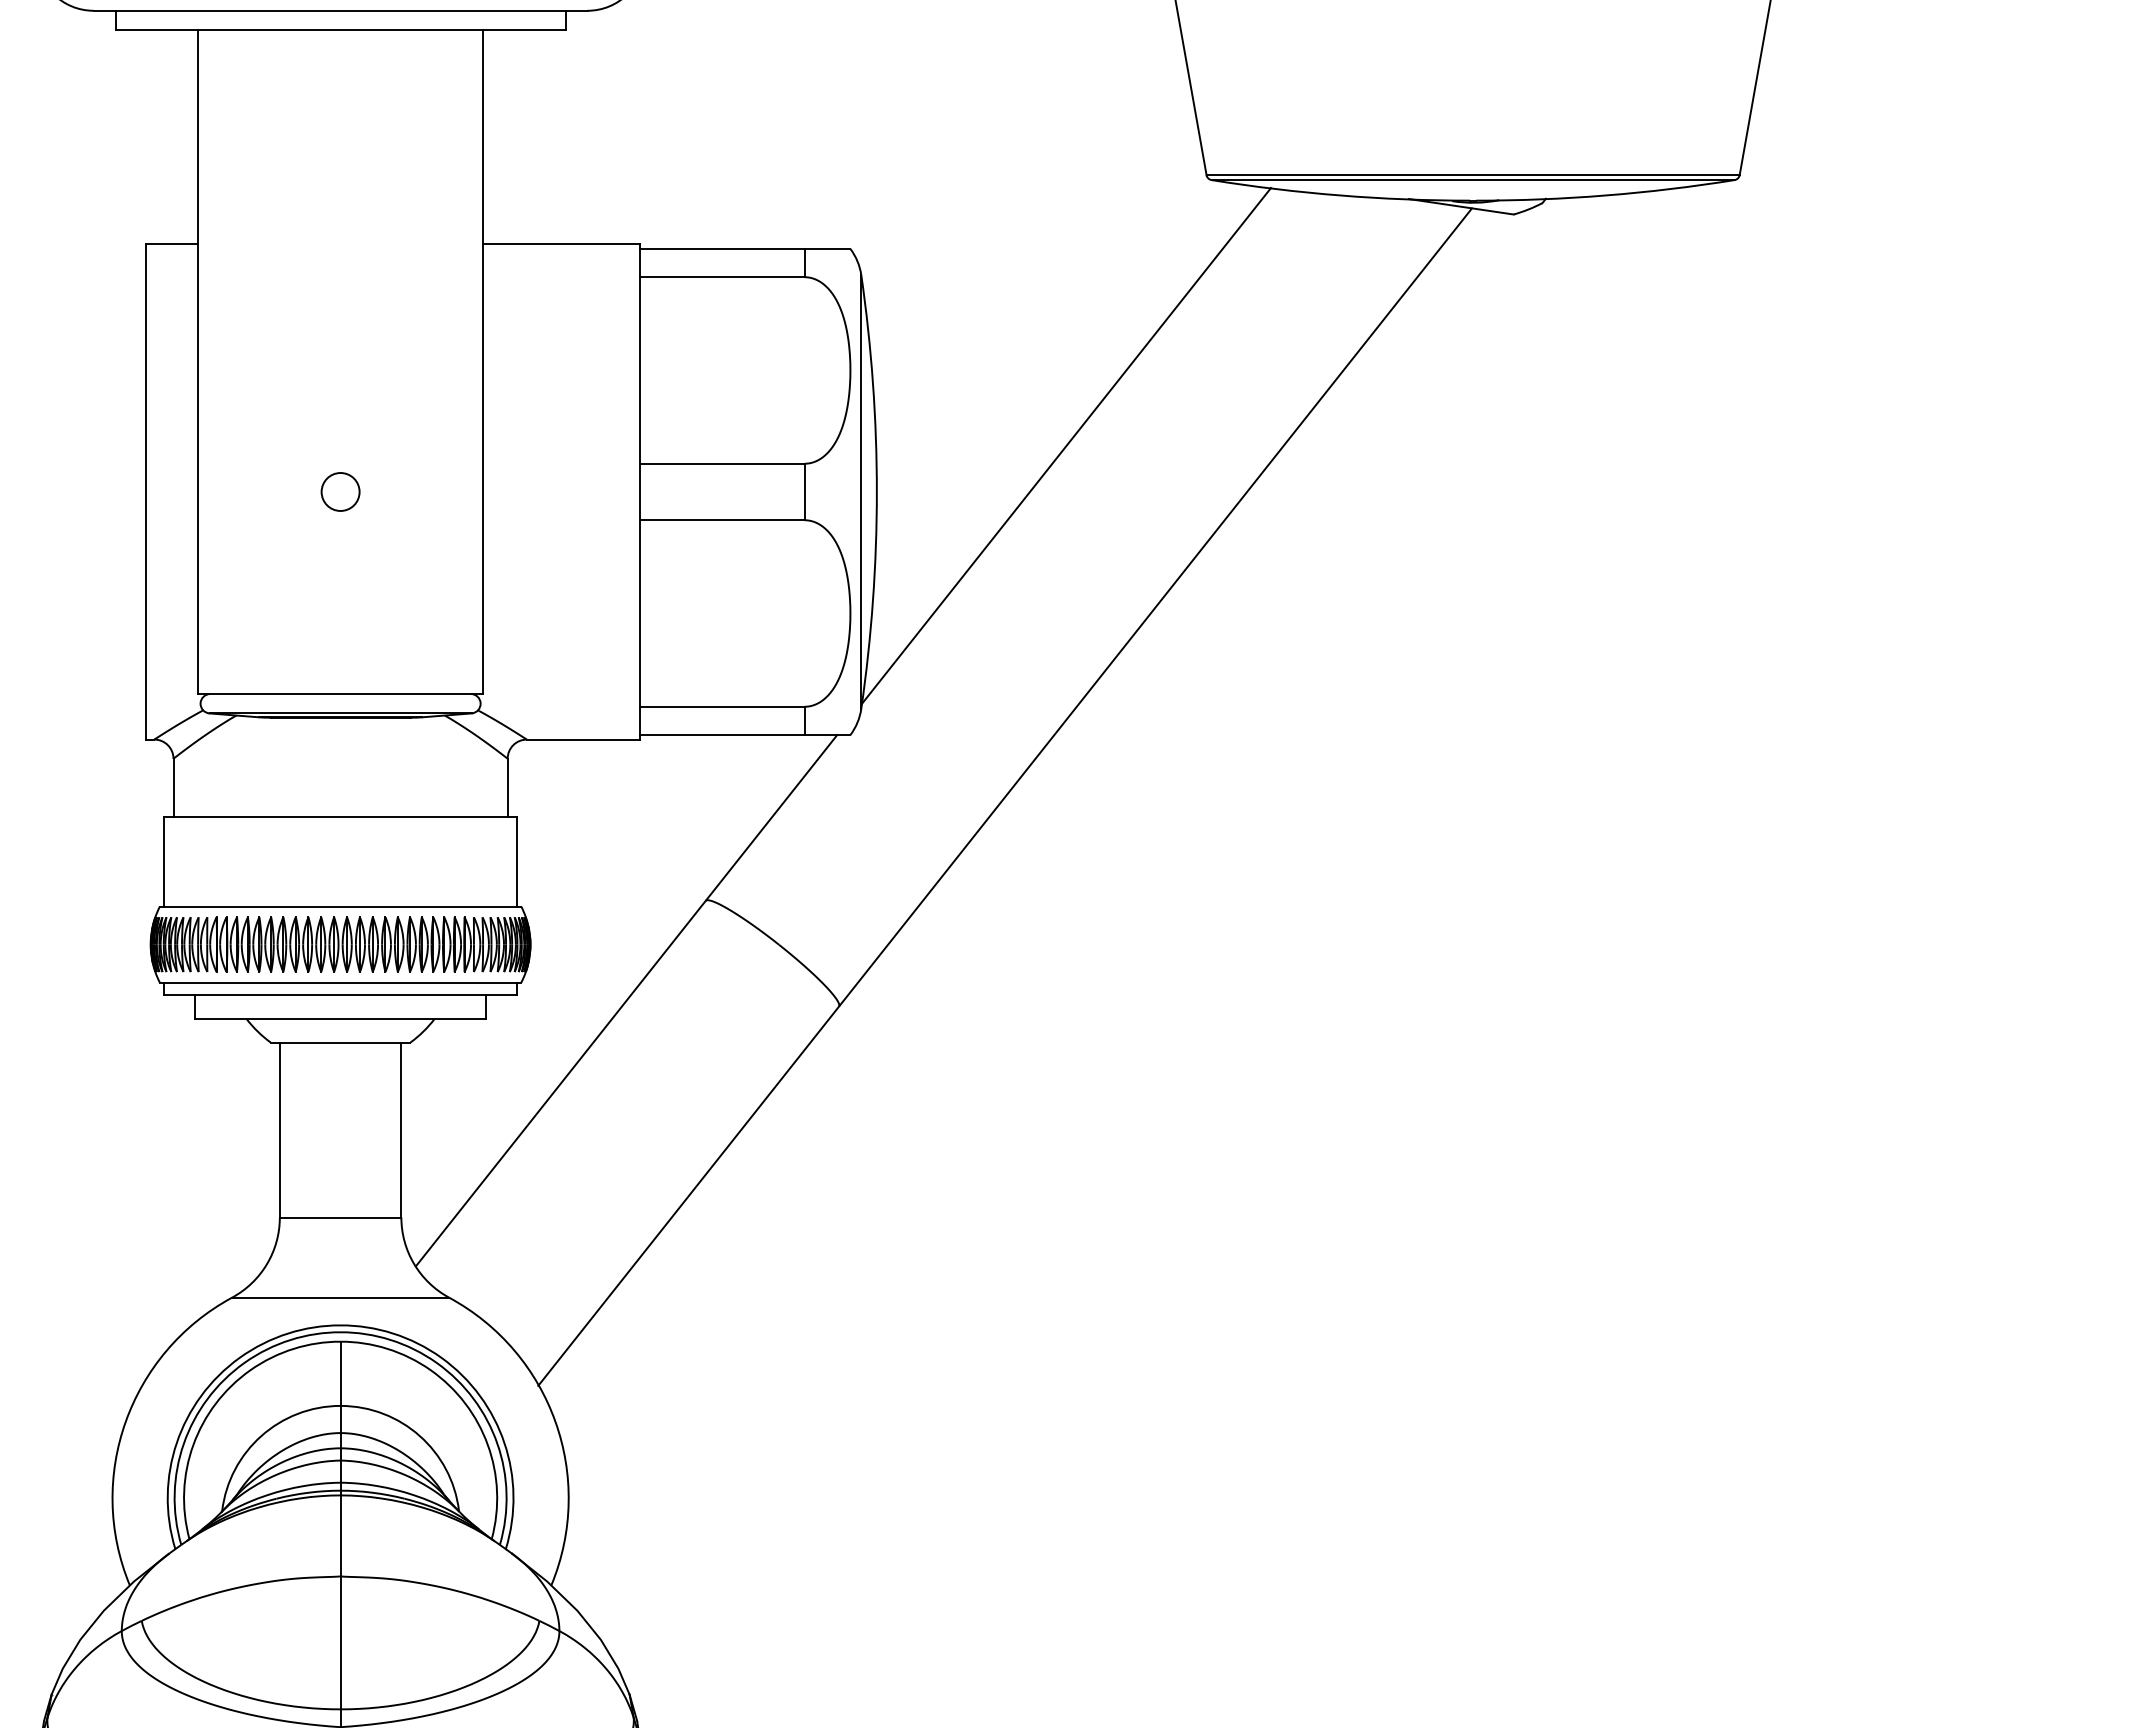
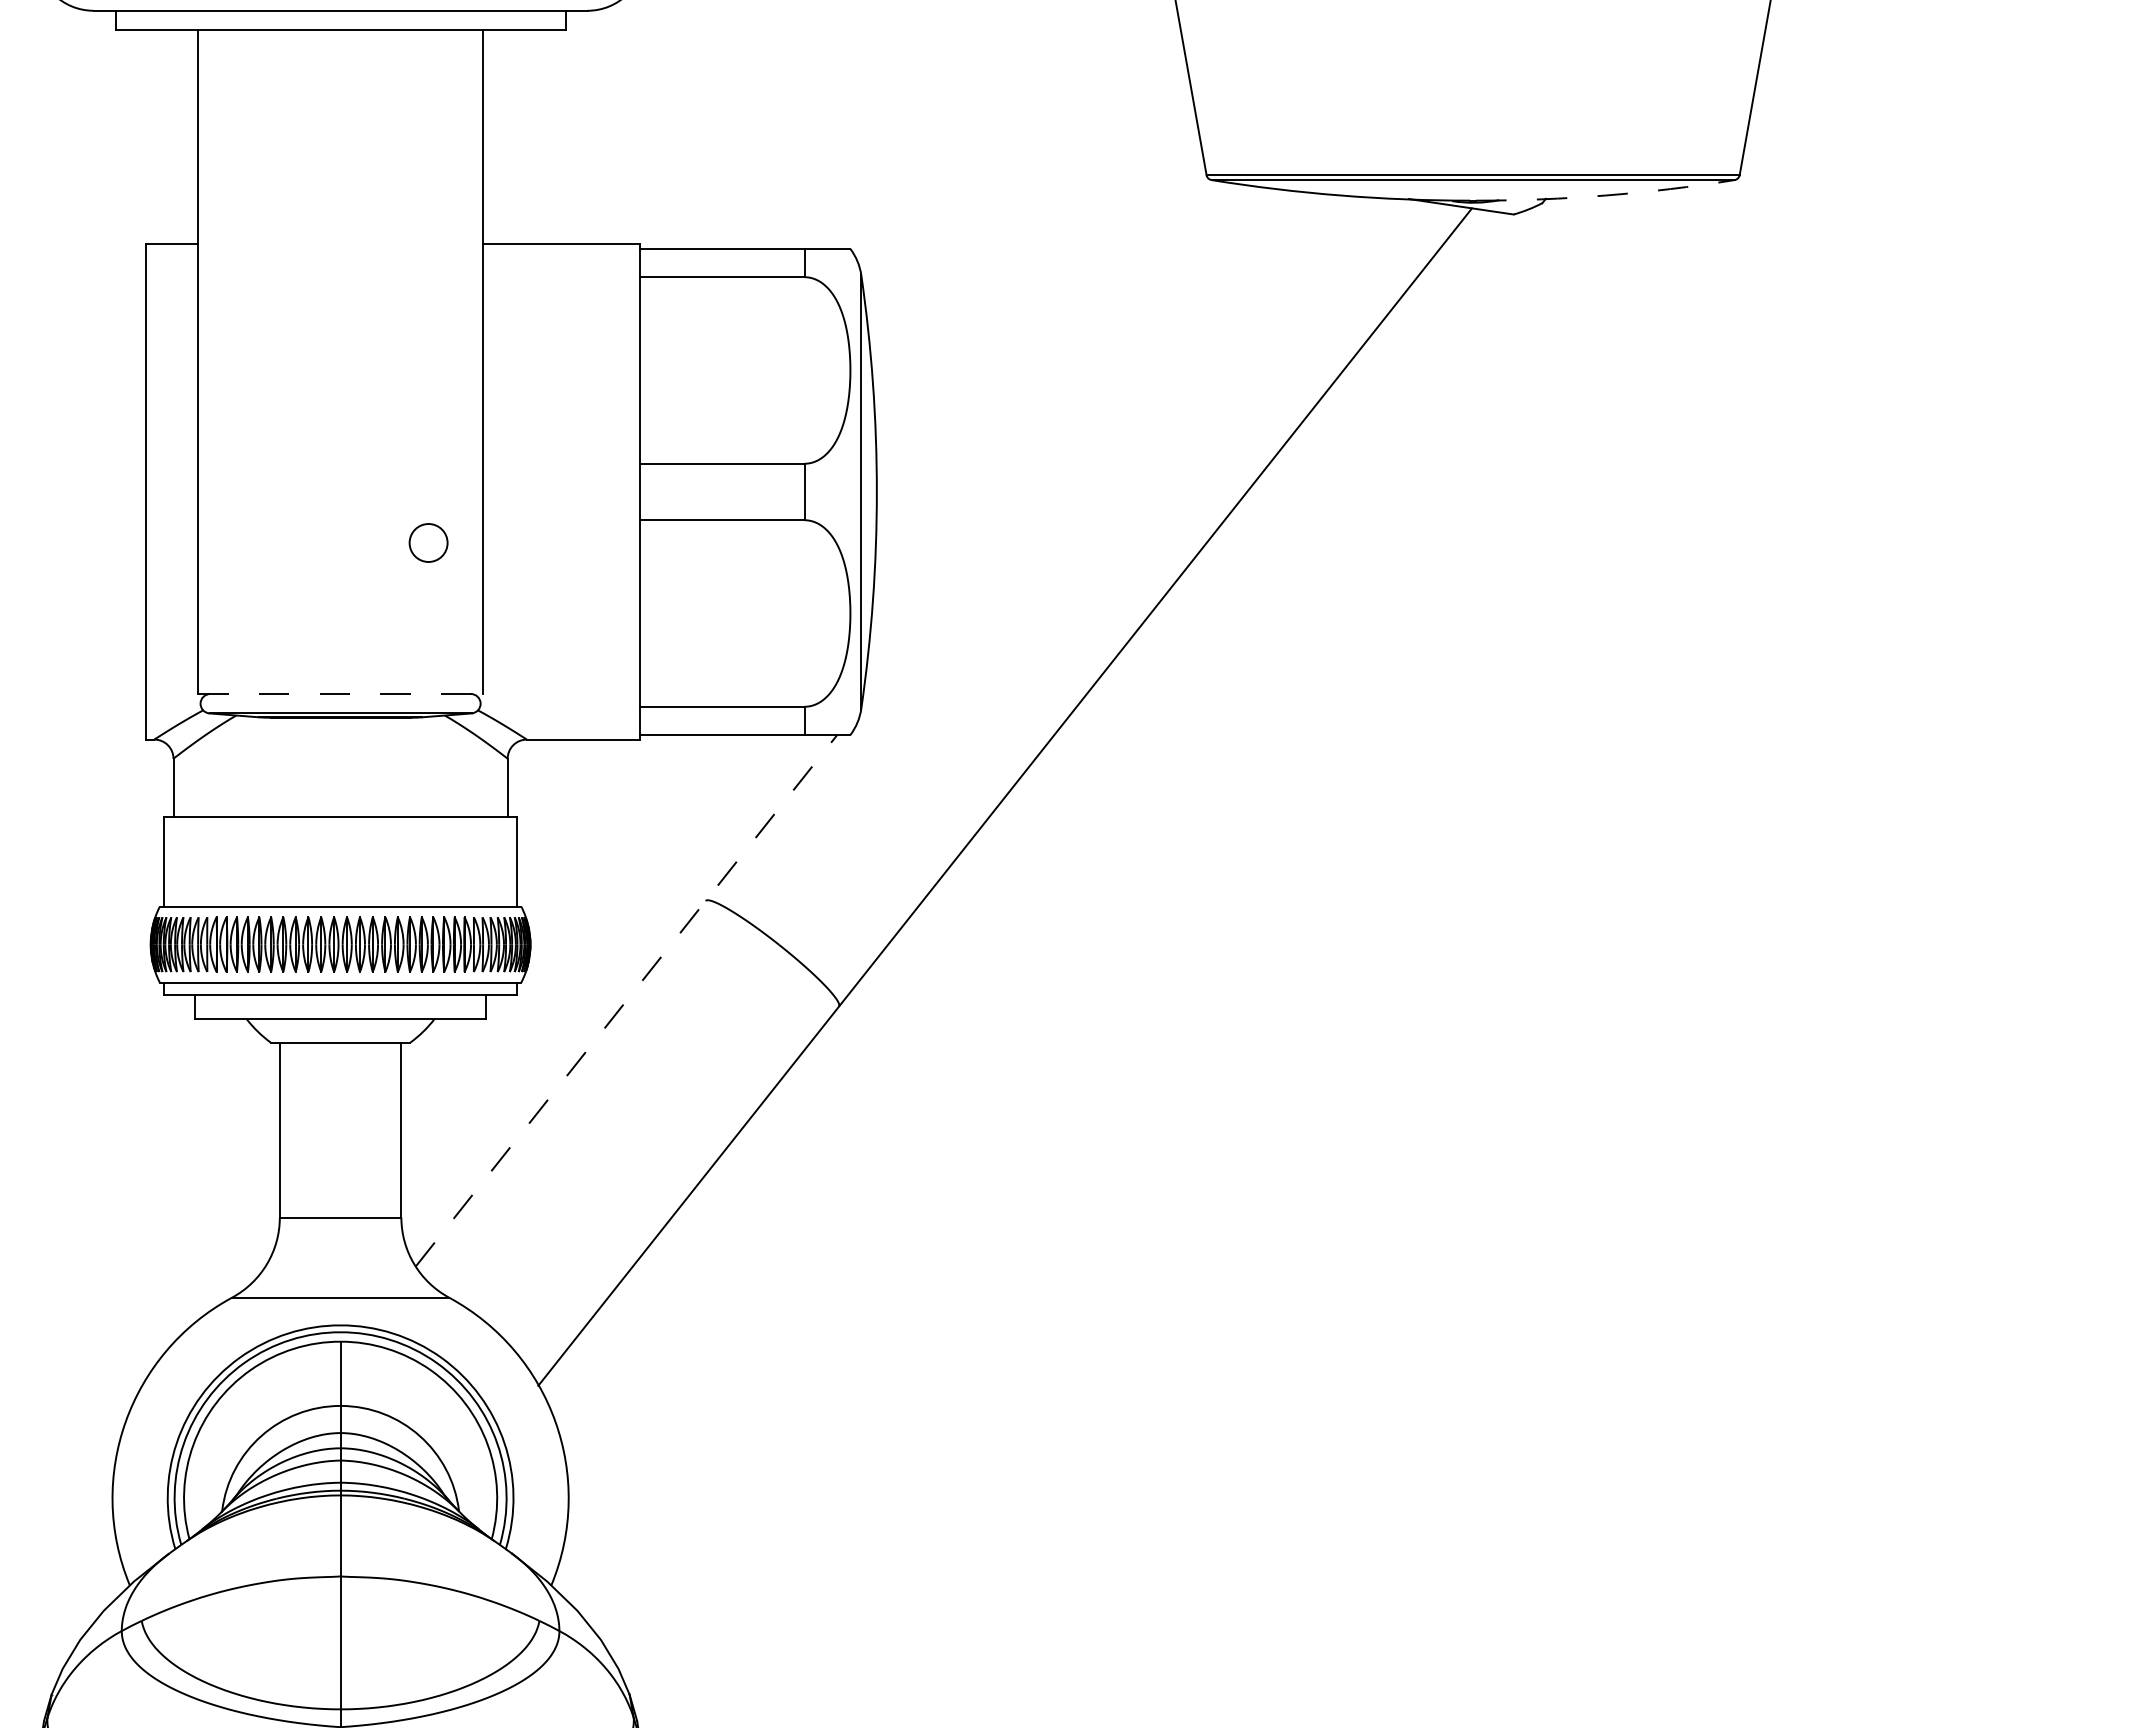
arc at (1605, 195): solid -> dashed
line at (1066, 445): present -> none
circle at (340, 491) position: (340, 491) -> (428, 542)
line at (341, 694): solid -> dashed
line at (626, 1000): solid -> dashed
